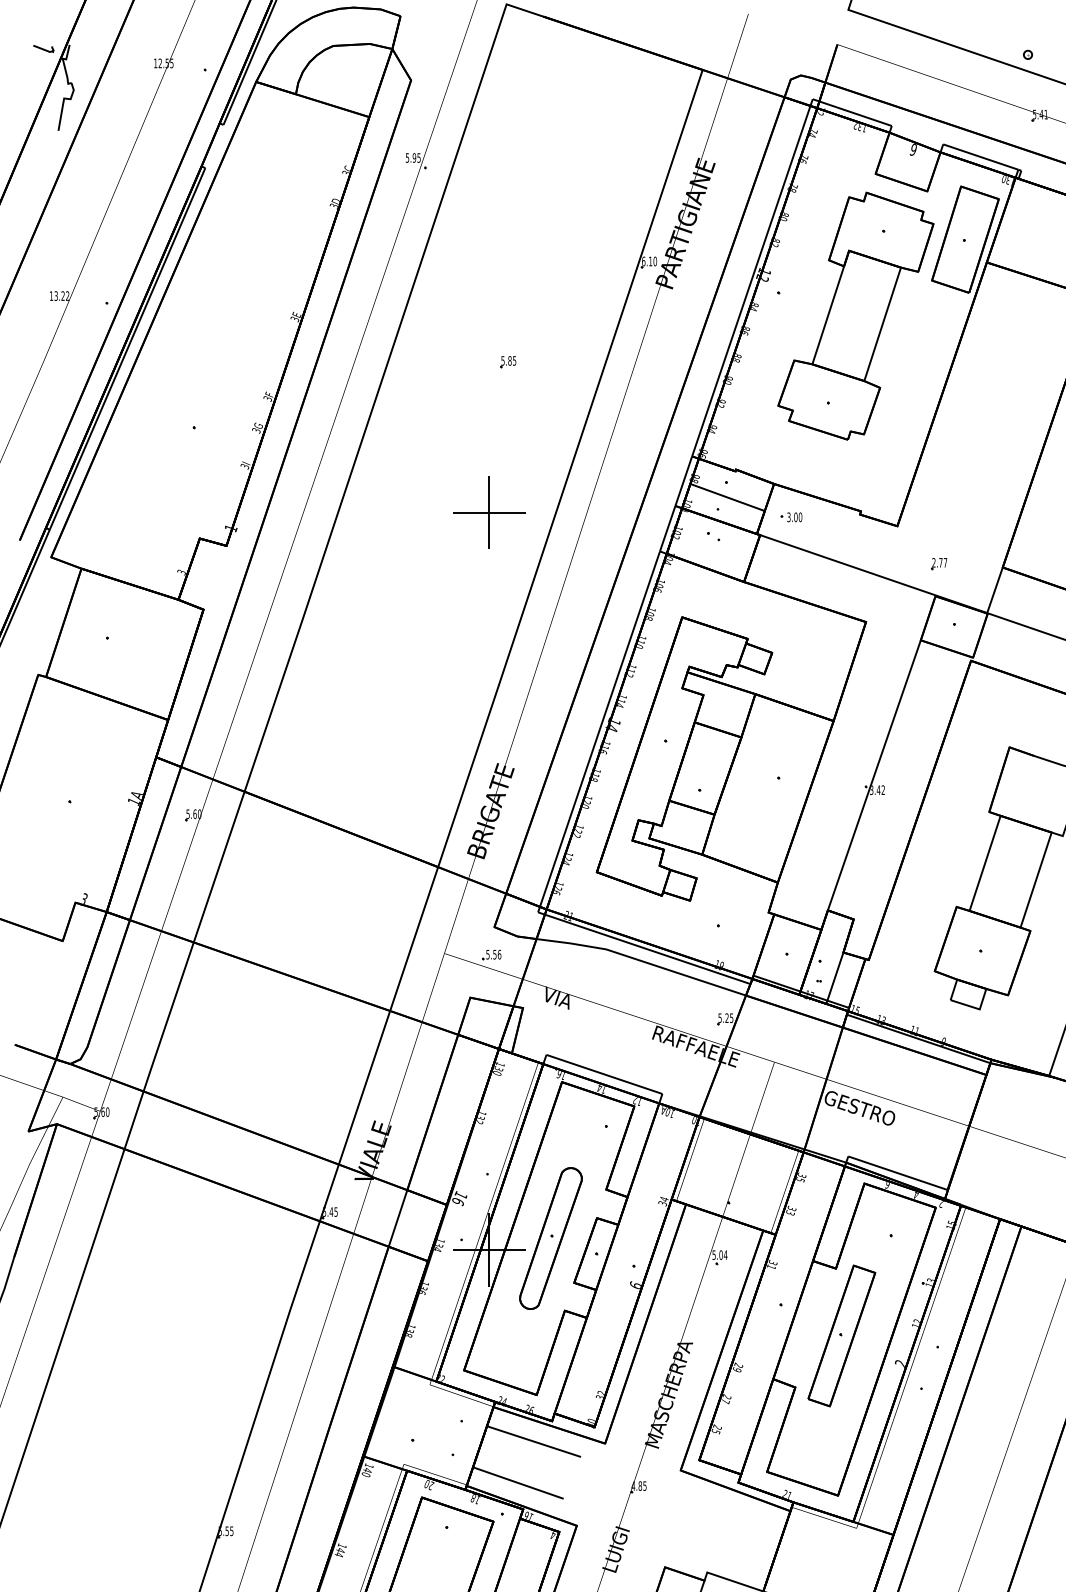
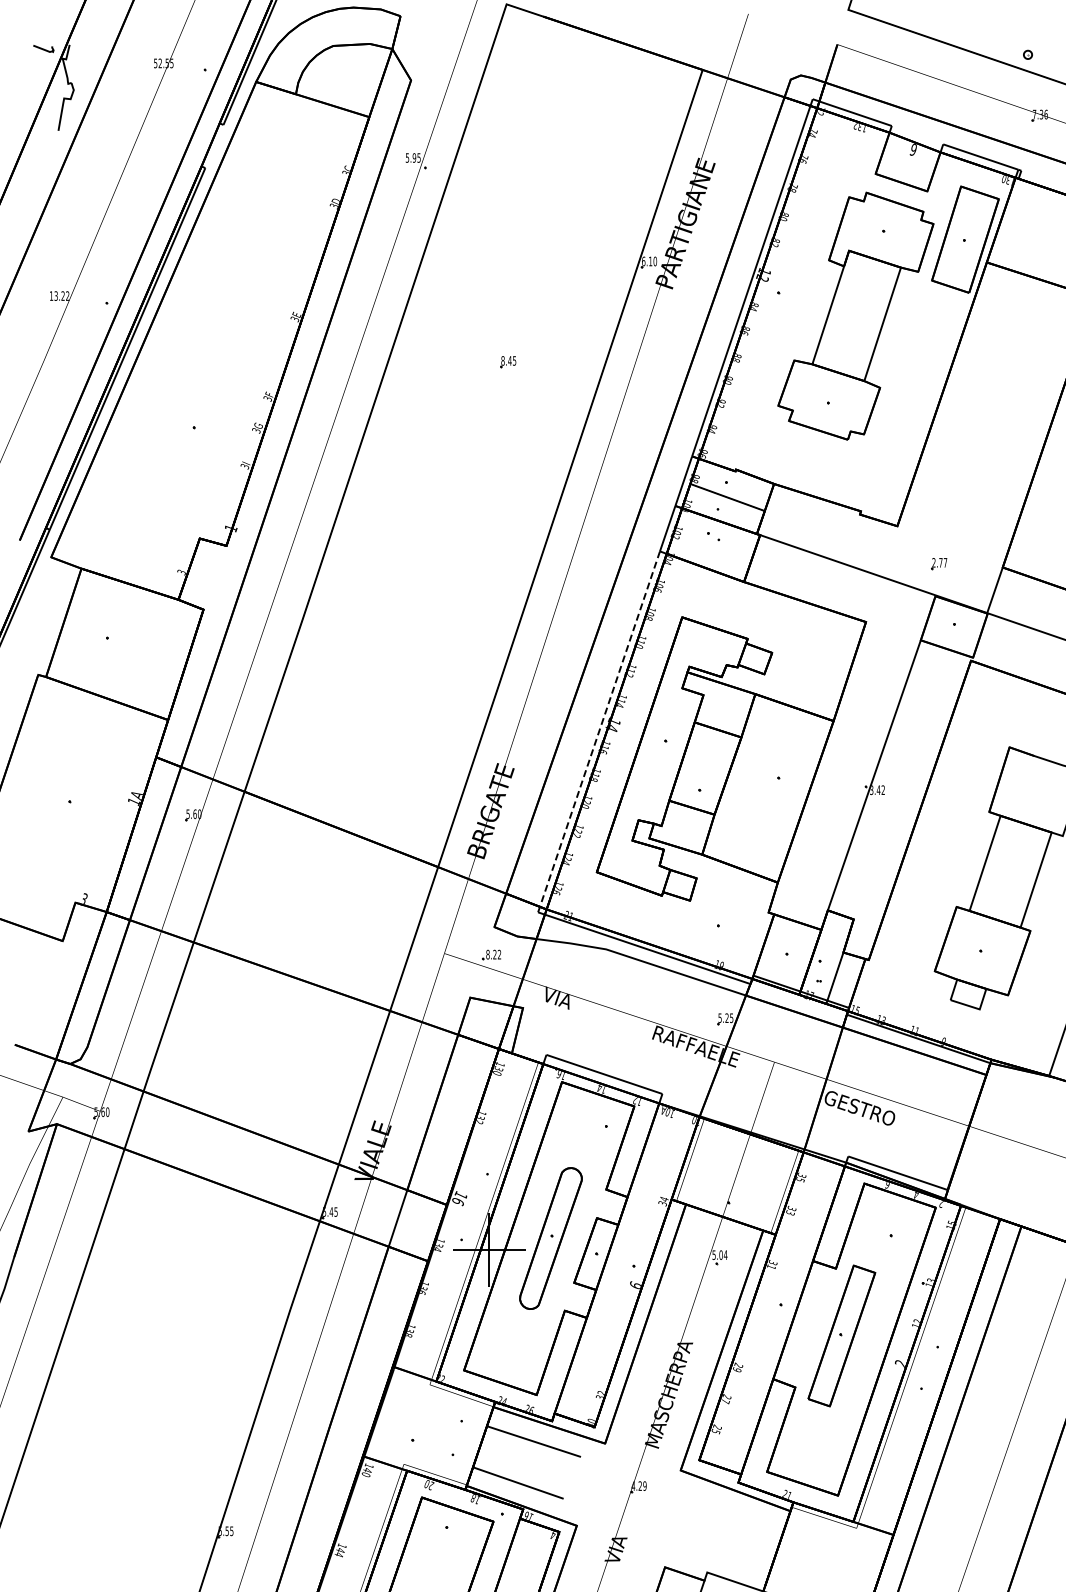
text at (155, 63): 12.55 -> 52.55
text at (1039, 114): 5.41 -> 7.36
text at (506, 360): 5.85 -> 8.45
part at (489, 512): present -> none
part at (791, 517): present -> none
line at (598, 732): solid -> dashed
text at (493, 954): 5.56 -> 8.22
text at (642, 1485): 4.85 -> 4.29
text at (615, 1549): LUIGI -> VIA
